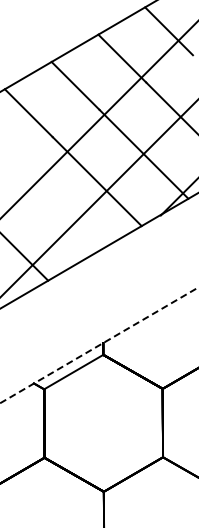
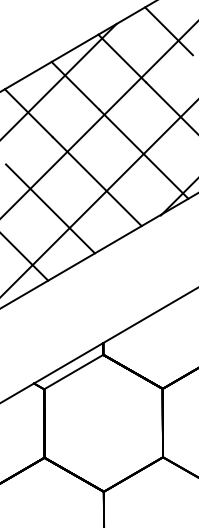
line at (59, 80): none -> present
line at (50, 208): none -> present
line at (99, 345): dashed -> solid
